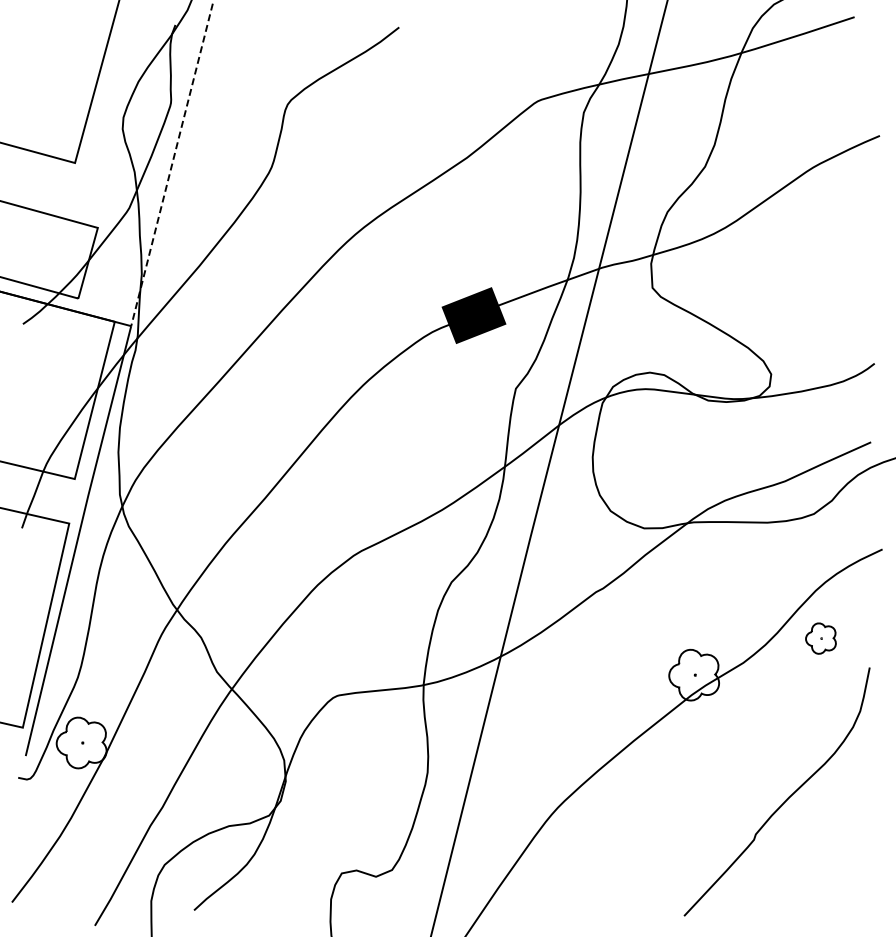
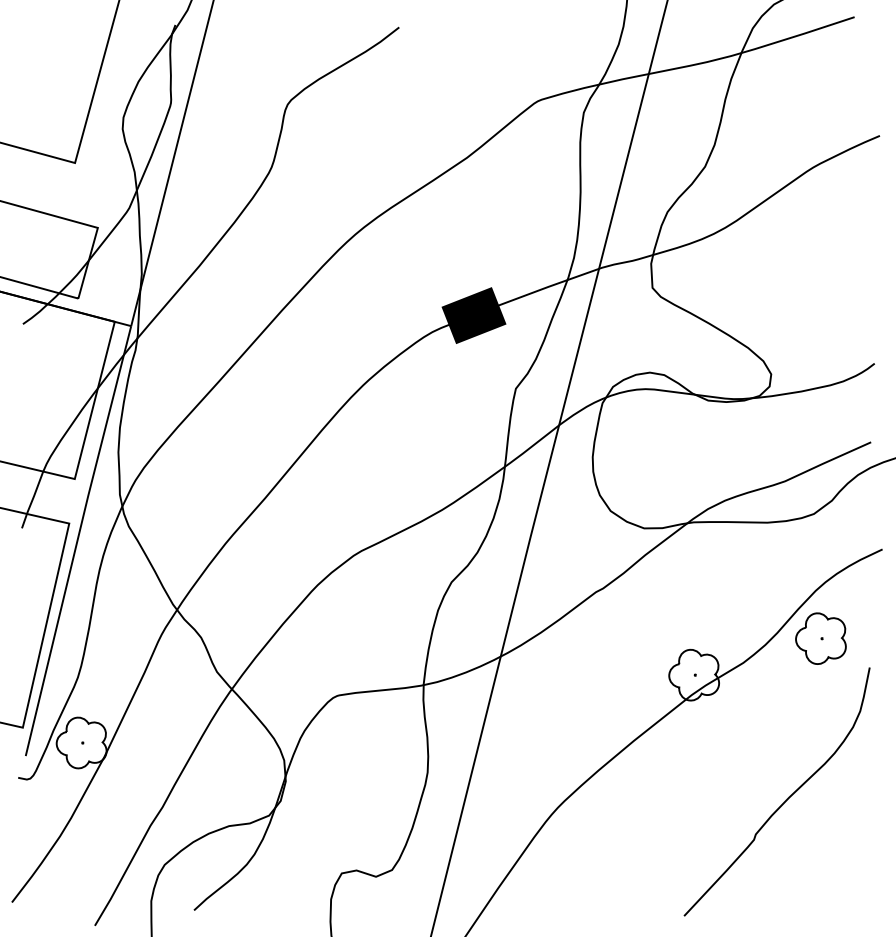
line at (172, 163): dashed -> solid
part at (820, 638) size: 32x33 px -> 52x53 px
